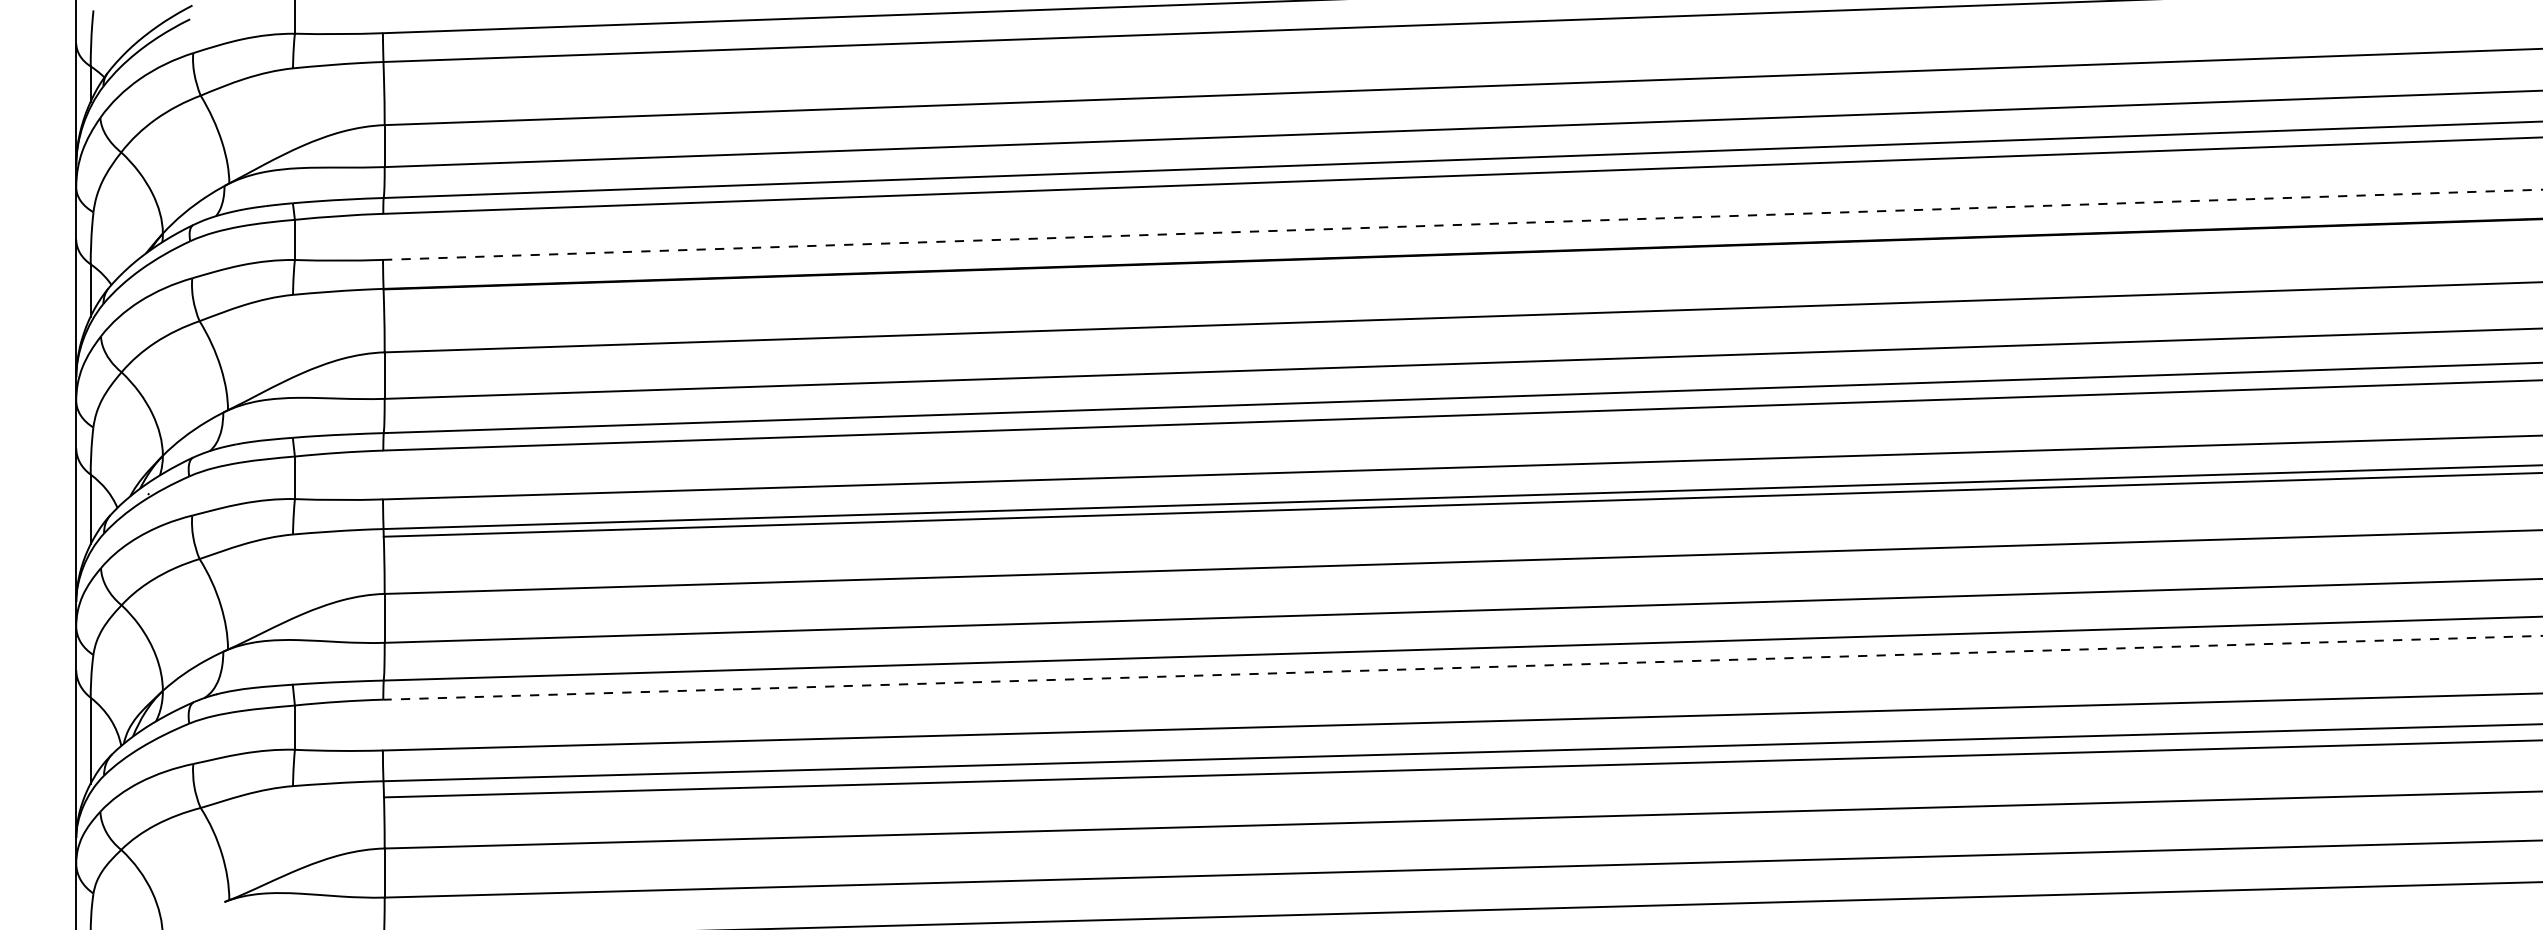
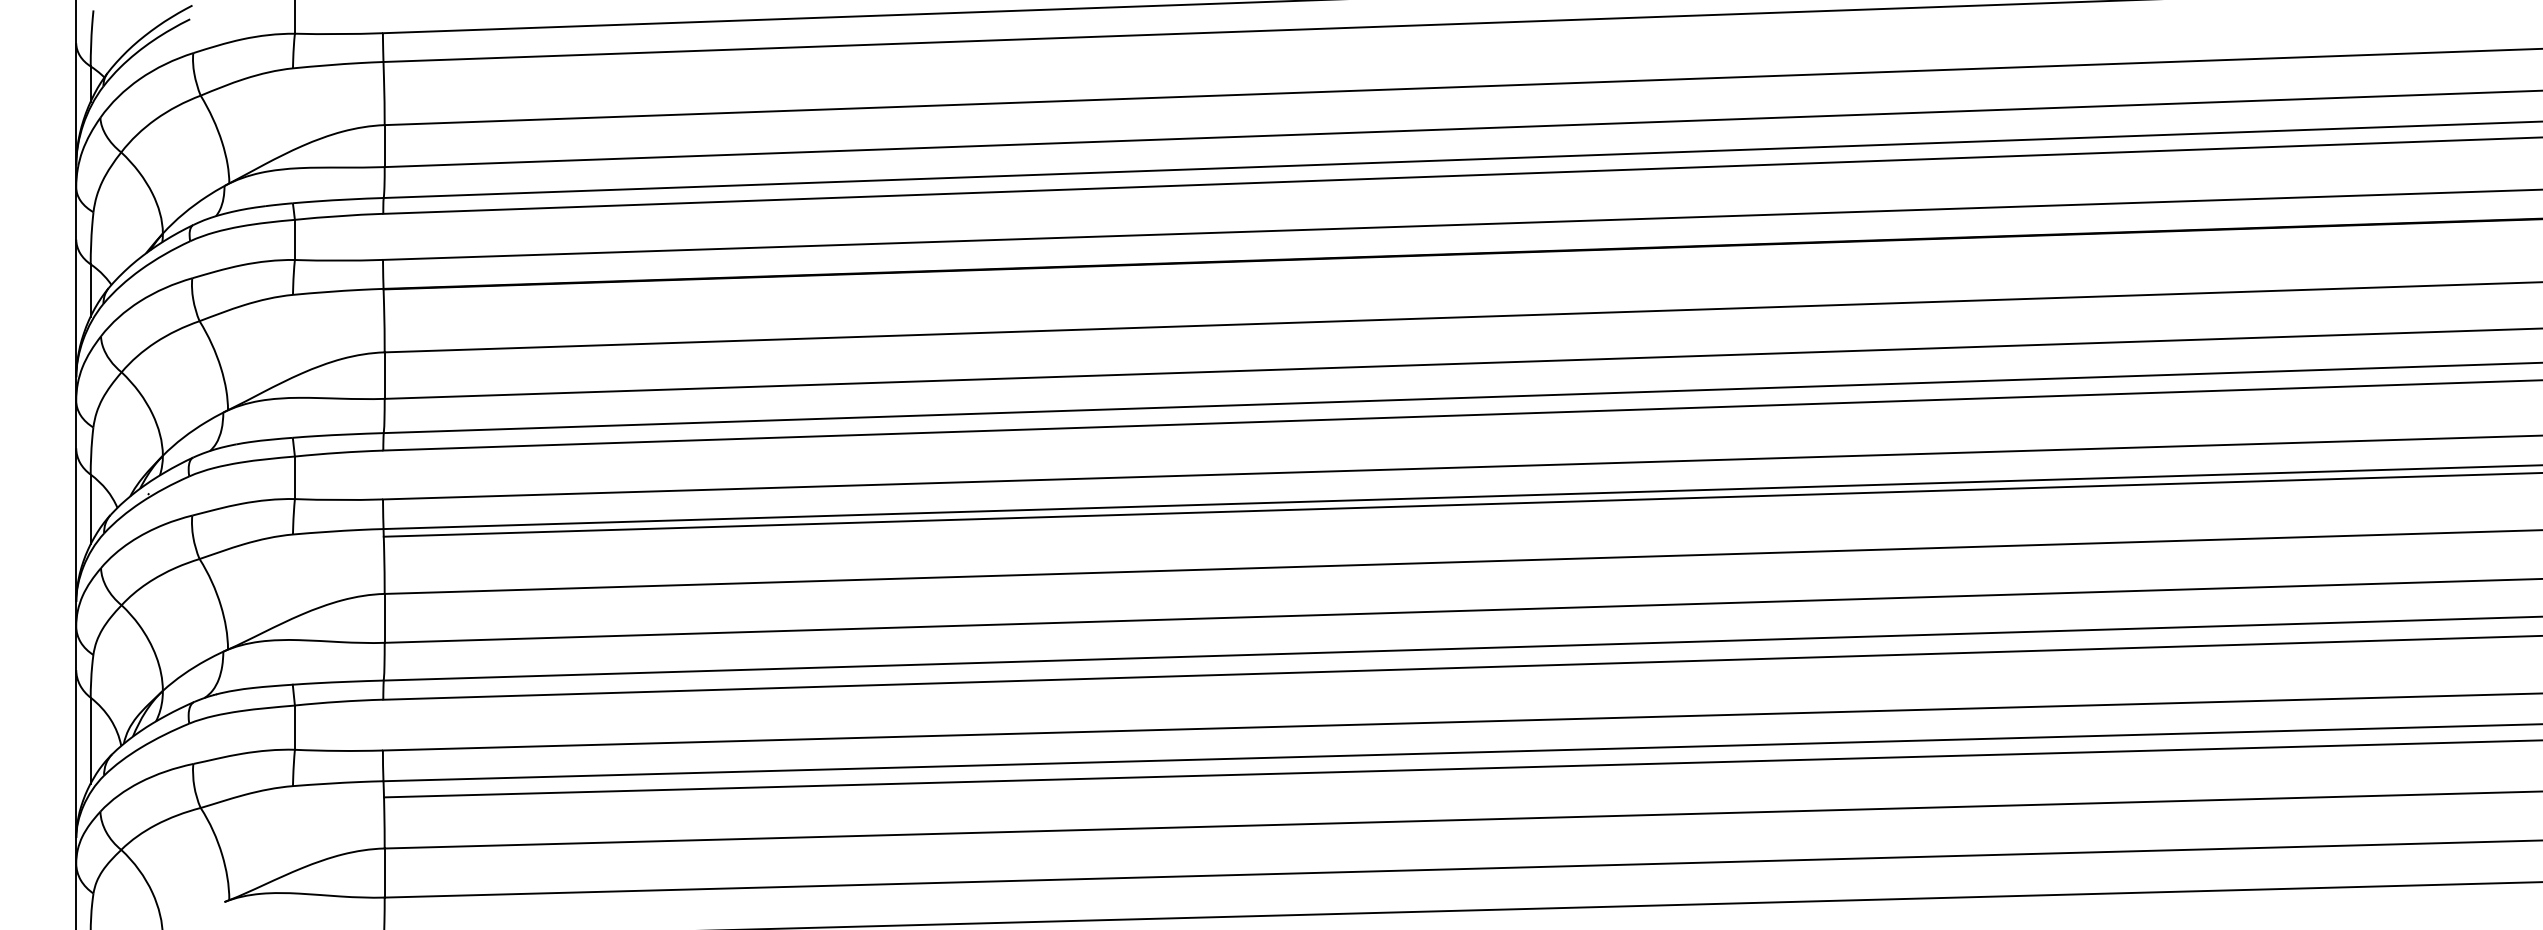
line at (1463, 224): dashed -> solid
line at (1462, 667): dashed -> solid
